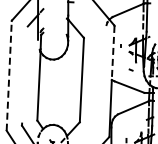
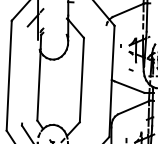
line at (113, 53): dashed -> solid
line at (9, 75): dashed -> solid
